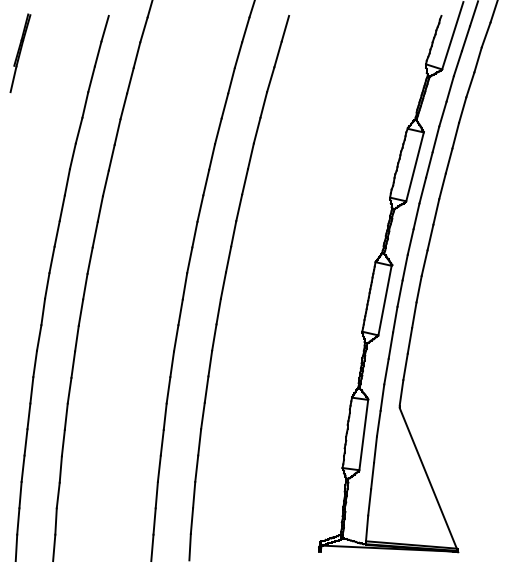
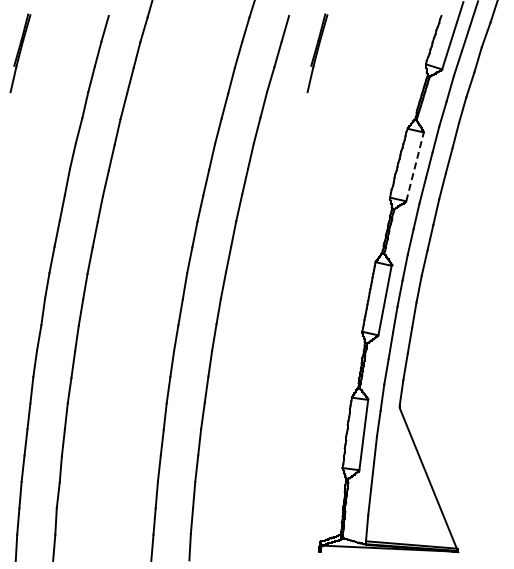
part at (317, 52): none -> present
line at (415, 166): solid -> dashed
